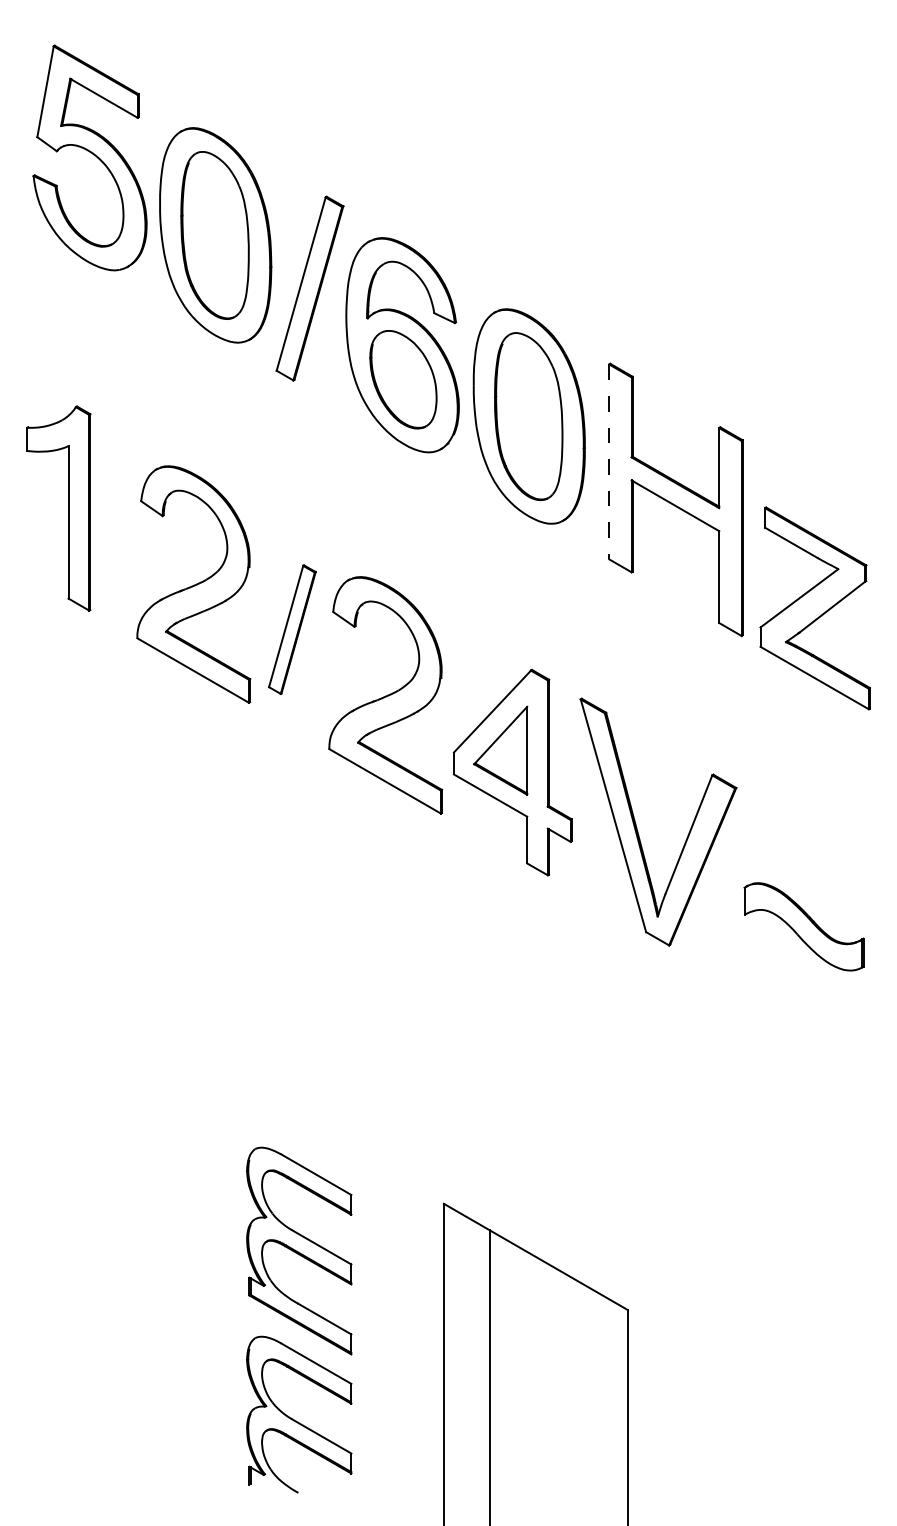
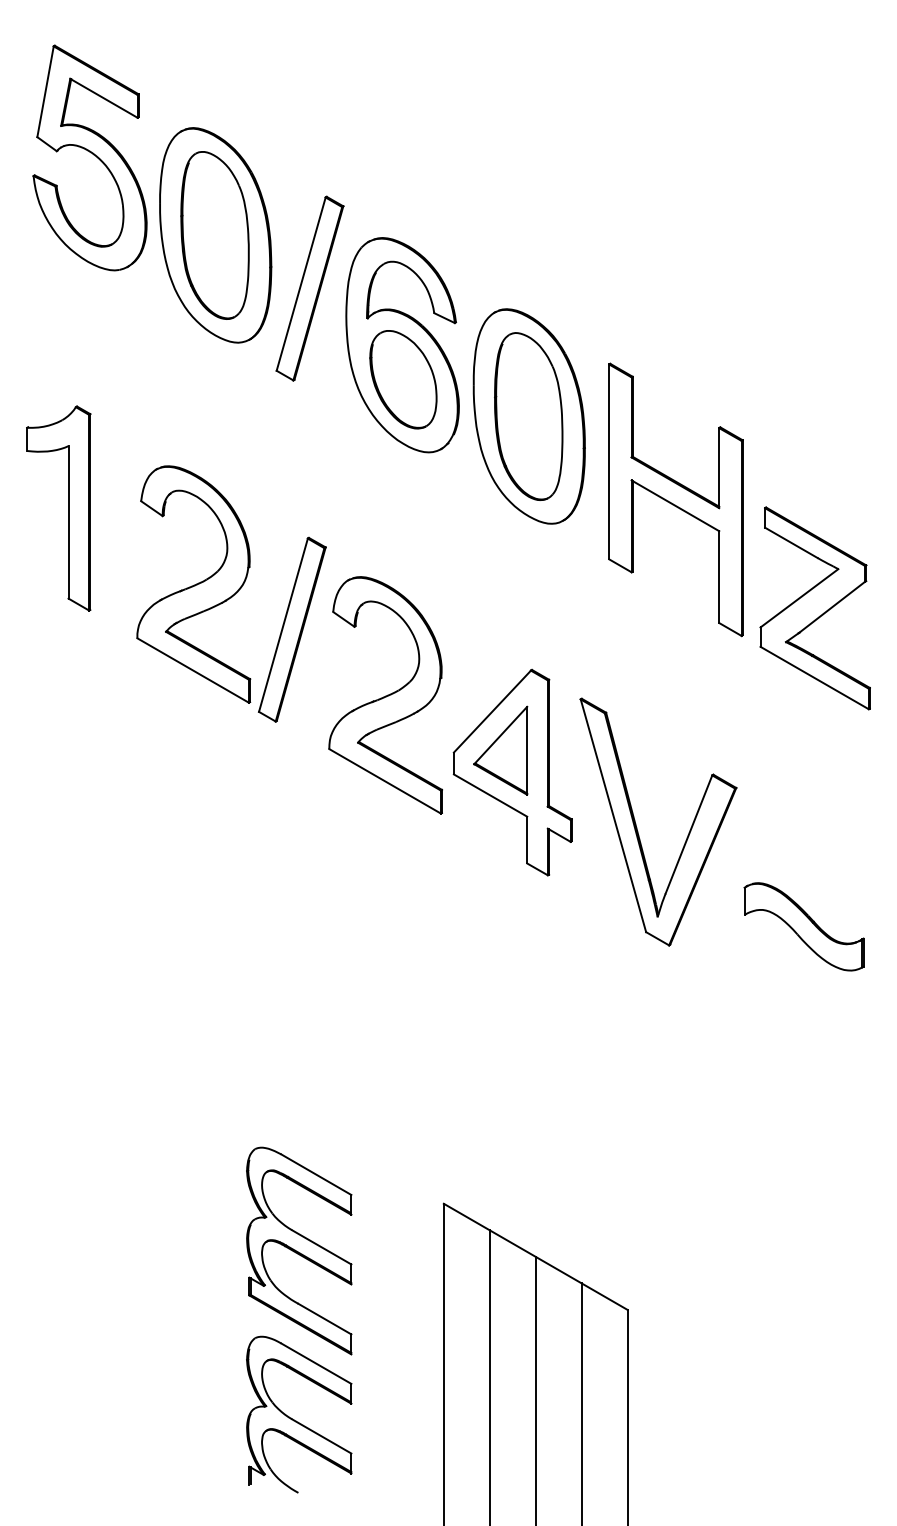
line at (609, 462): dashed -> solid
part at (292, 629) size: 49x131 px -> 69x187 px
line at (535, 1389): none -> present
line at (581, 1402): none -> present
